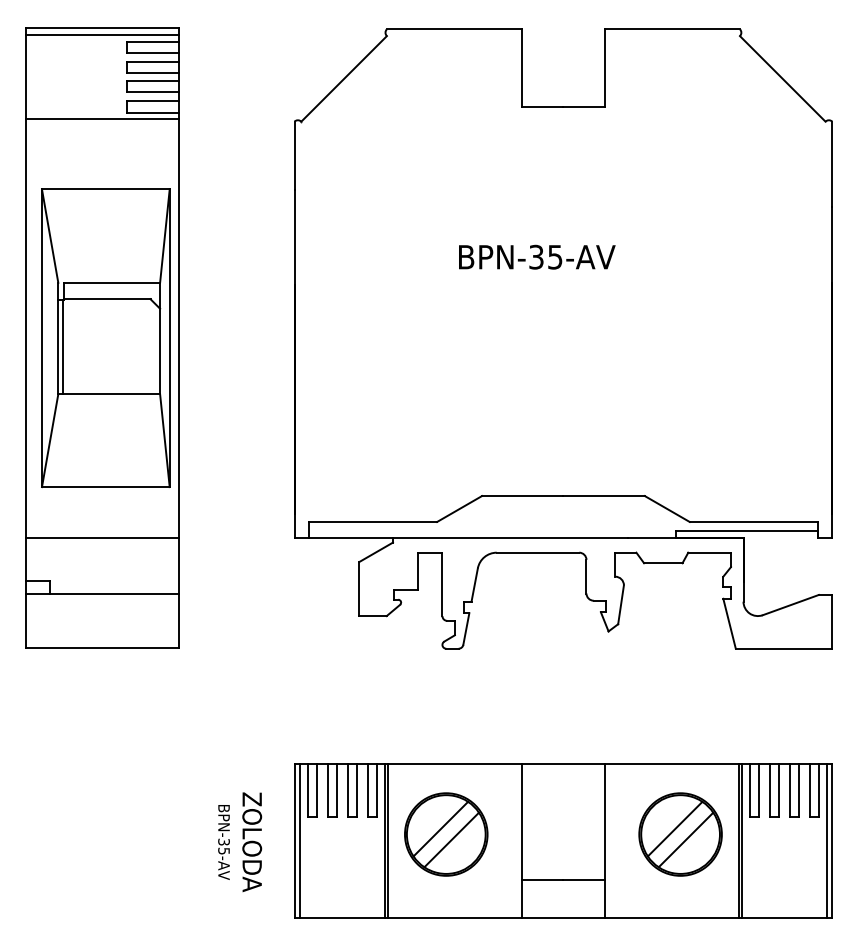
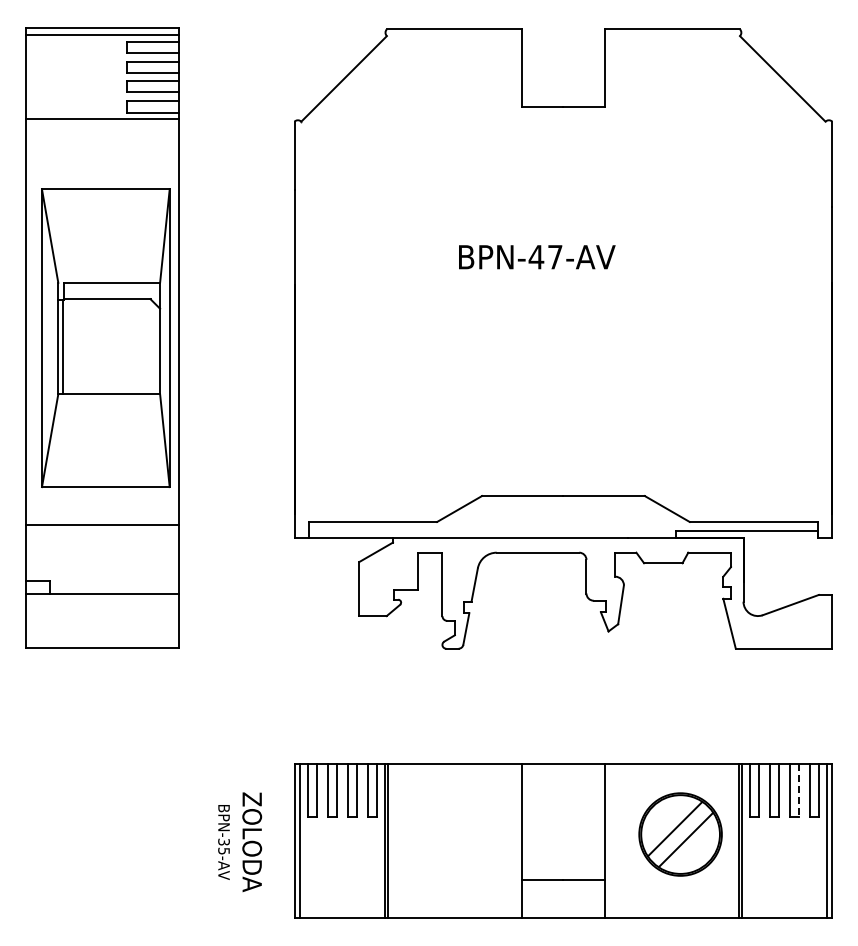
text at (545, 256): BPN-35-AV -> BPN-47-AV
line at (102, 538) position: (102, 538) -> (102, 525)
line at (799, 790): solid -> dashed
part at (446, 834): present -> none
